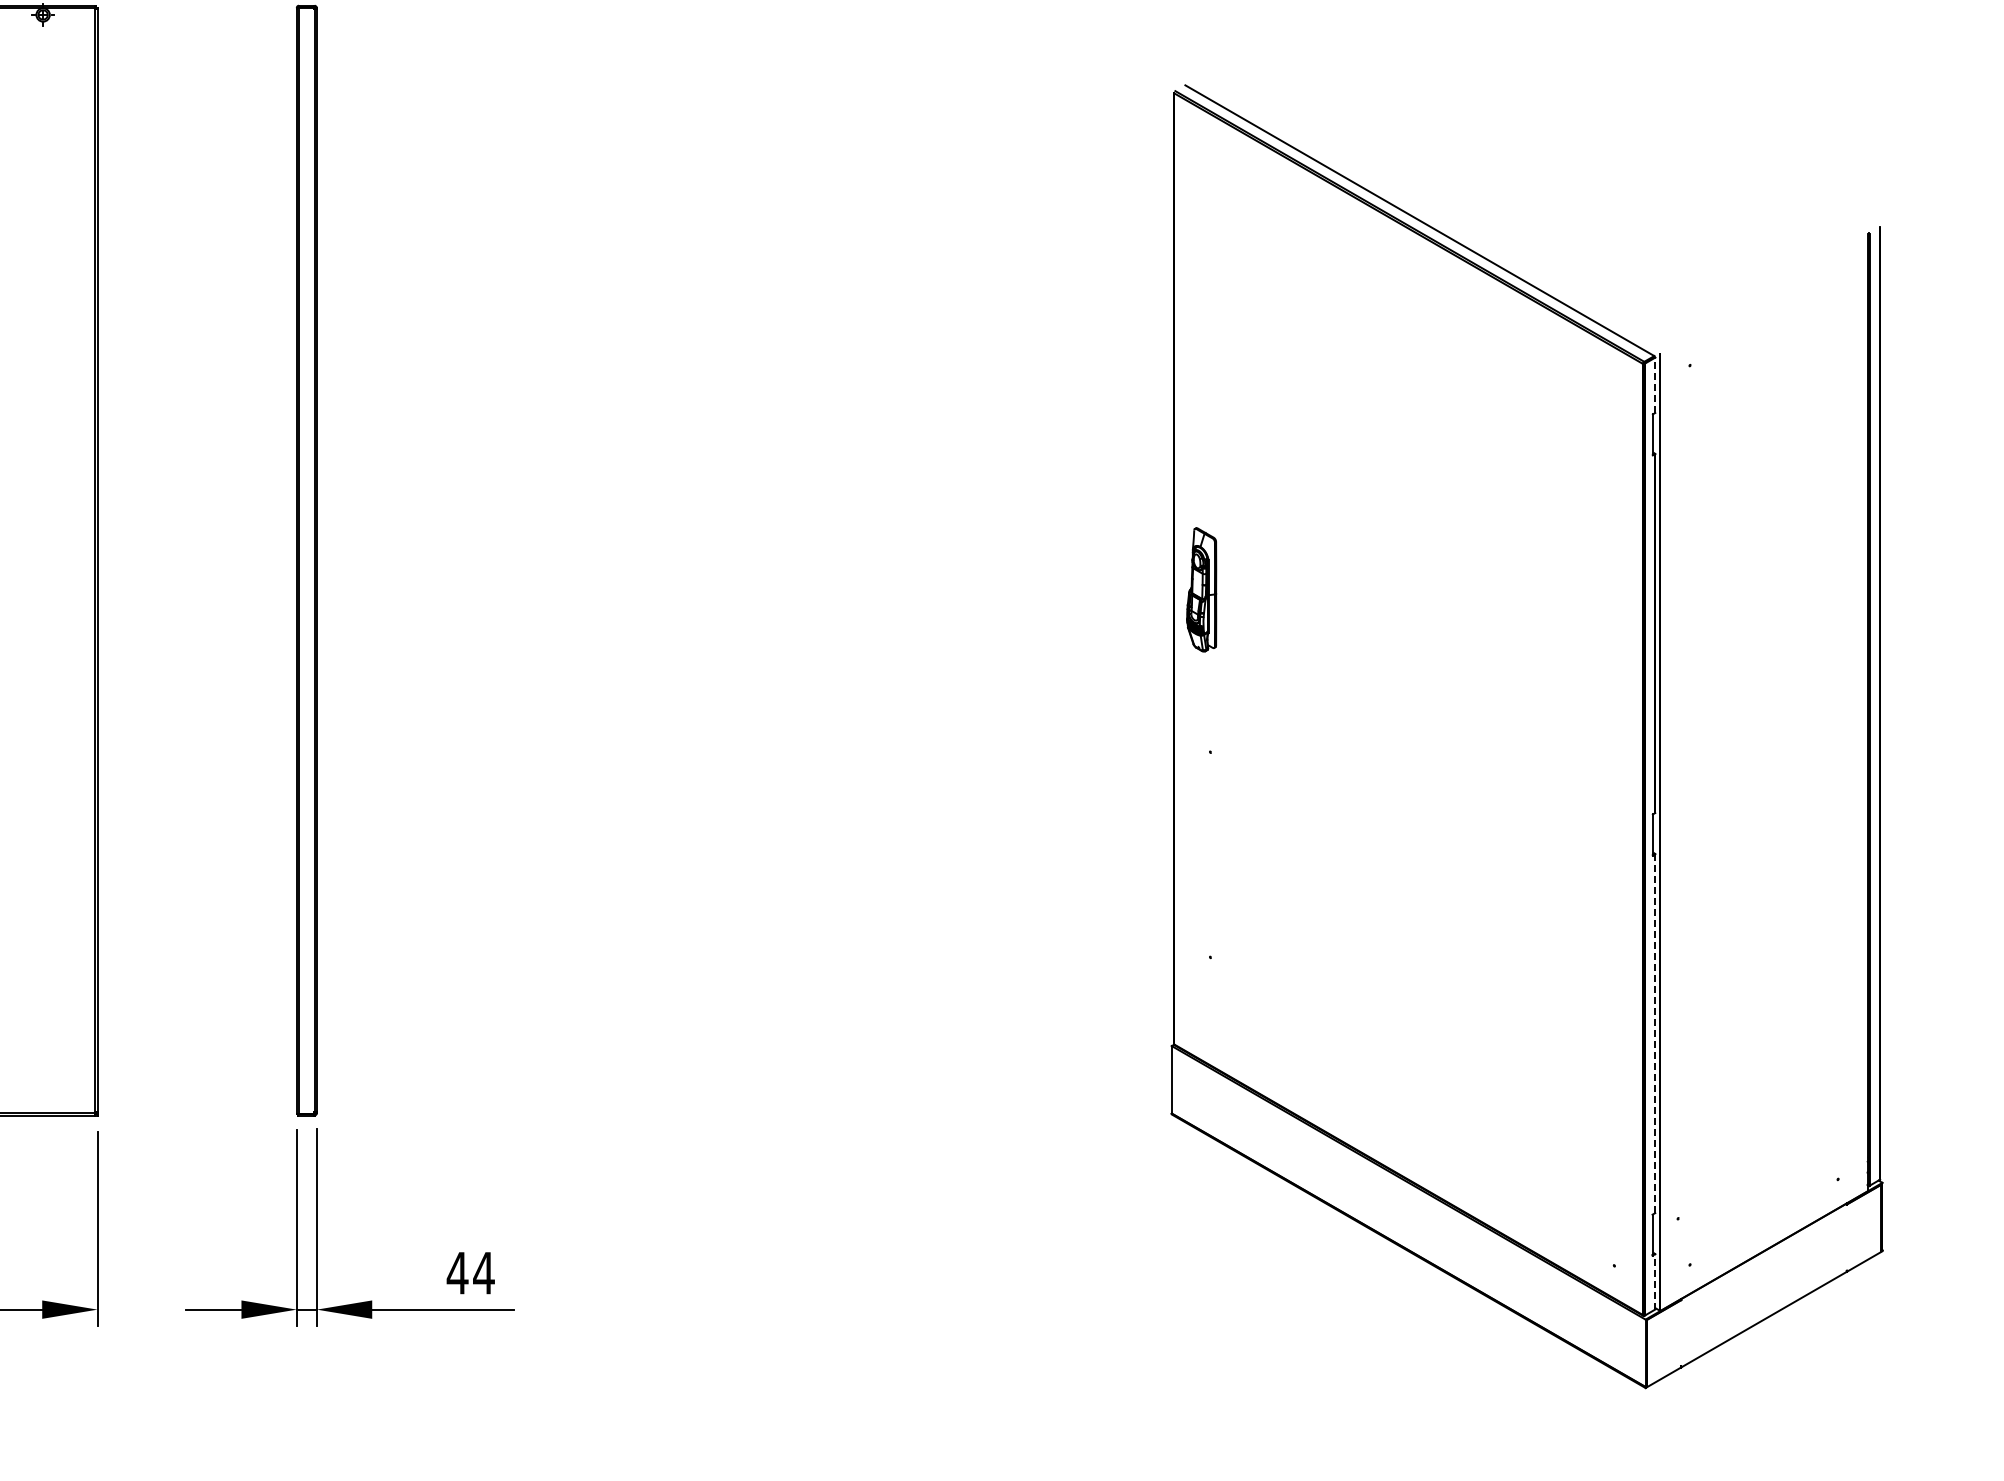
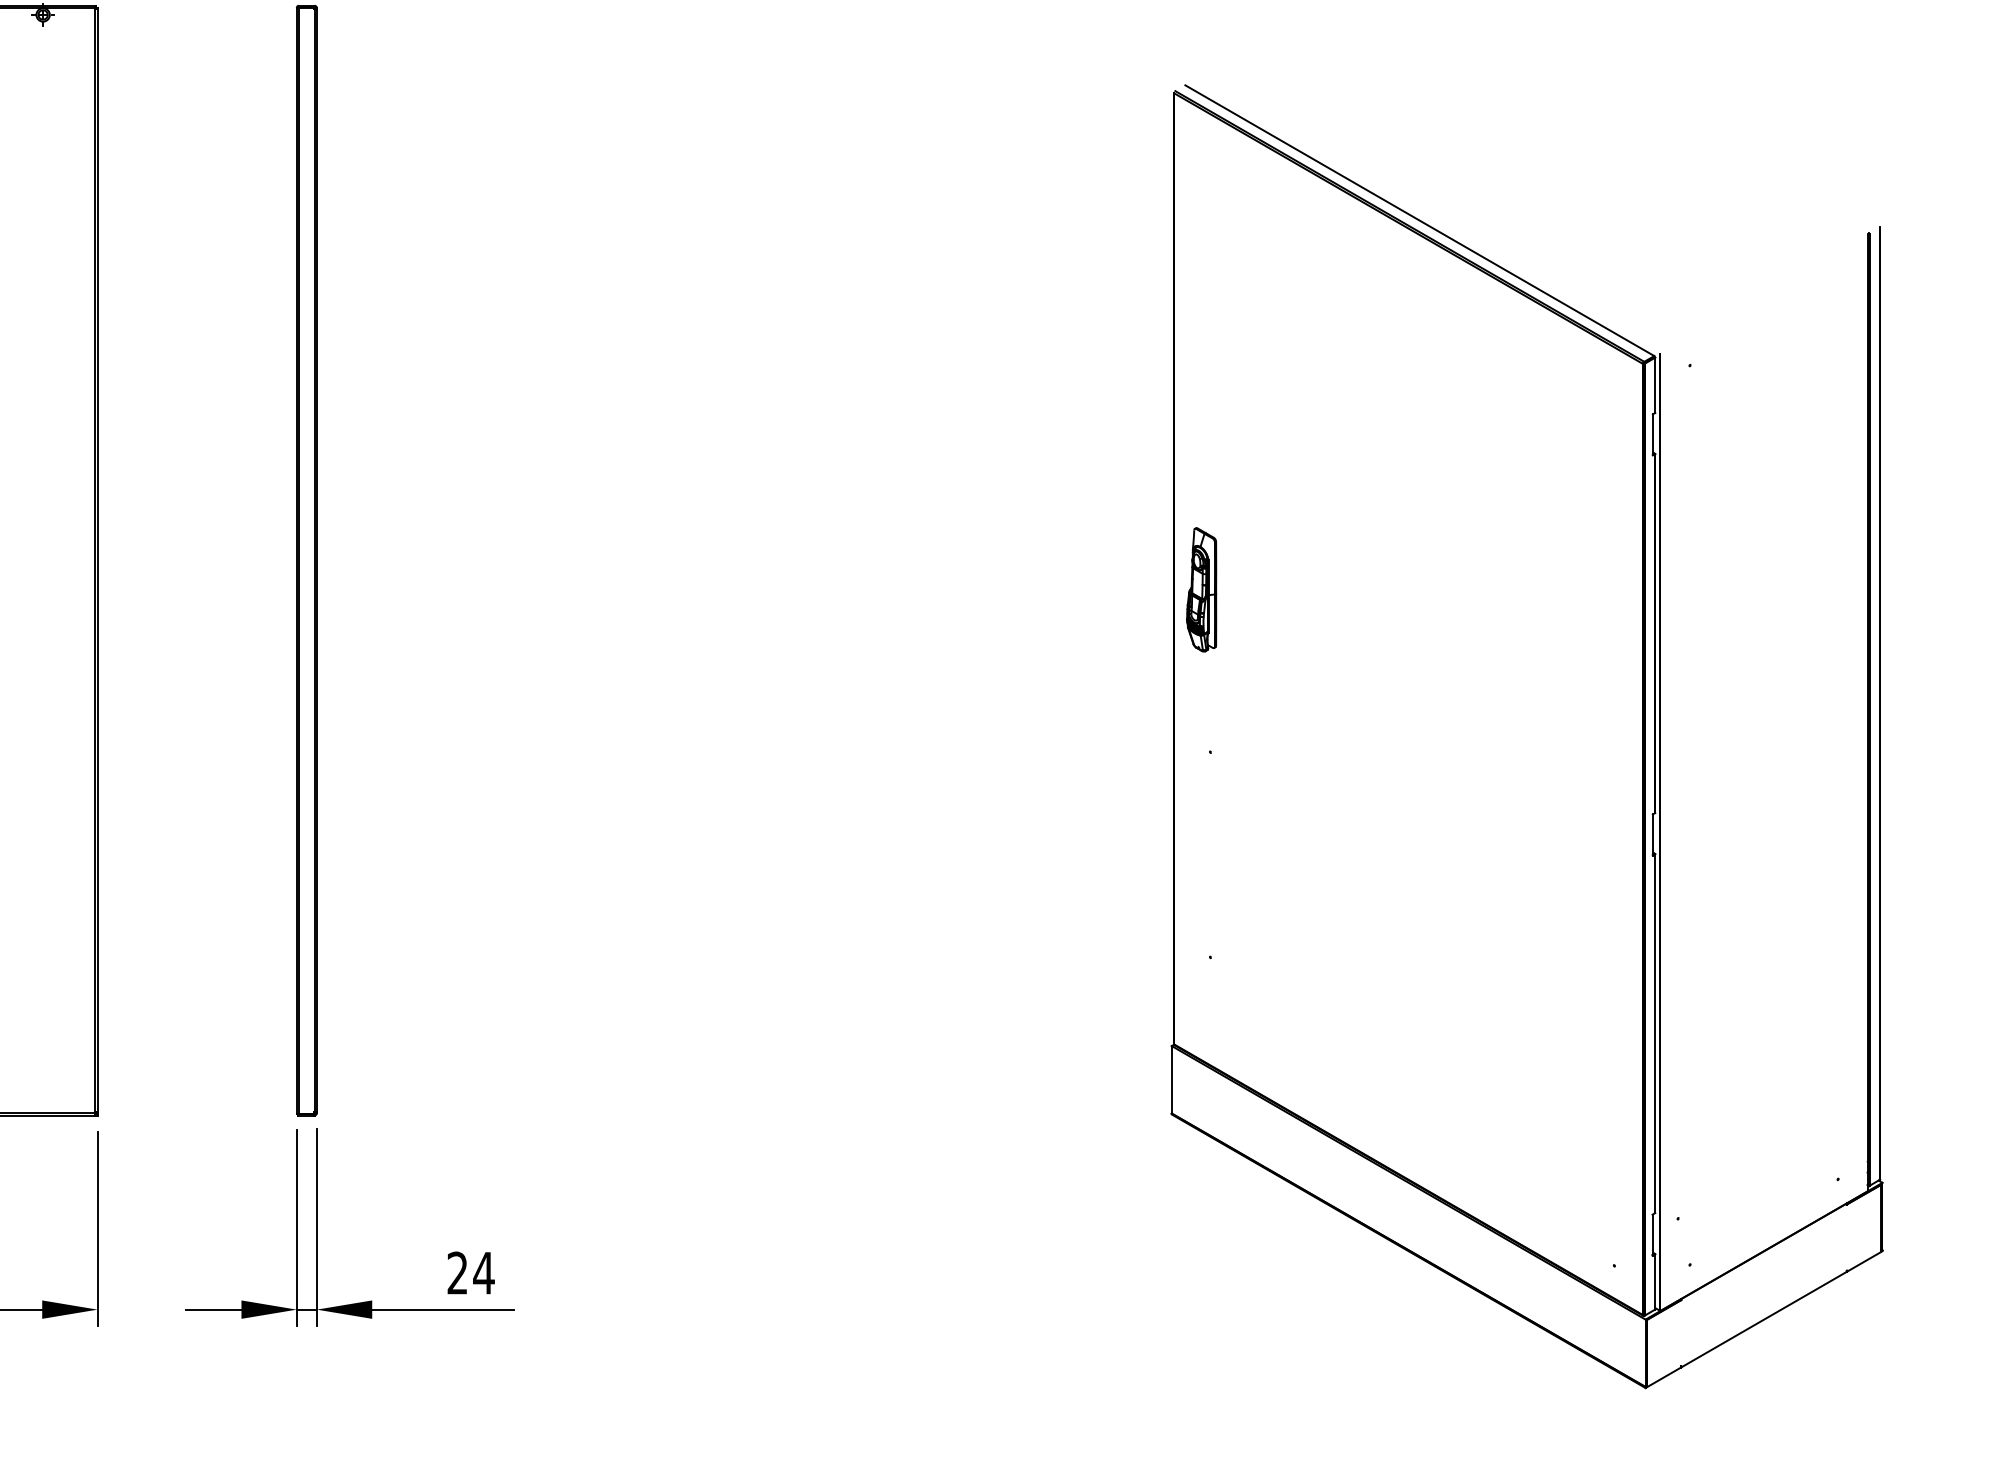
line at (1655, 385): dashed -> solid
line at (1655, 1033): dashed -> solid
text at (457, 1272): 44 -> 24
line at (1655, 1281): dashed -> solid
